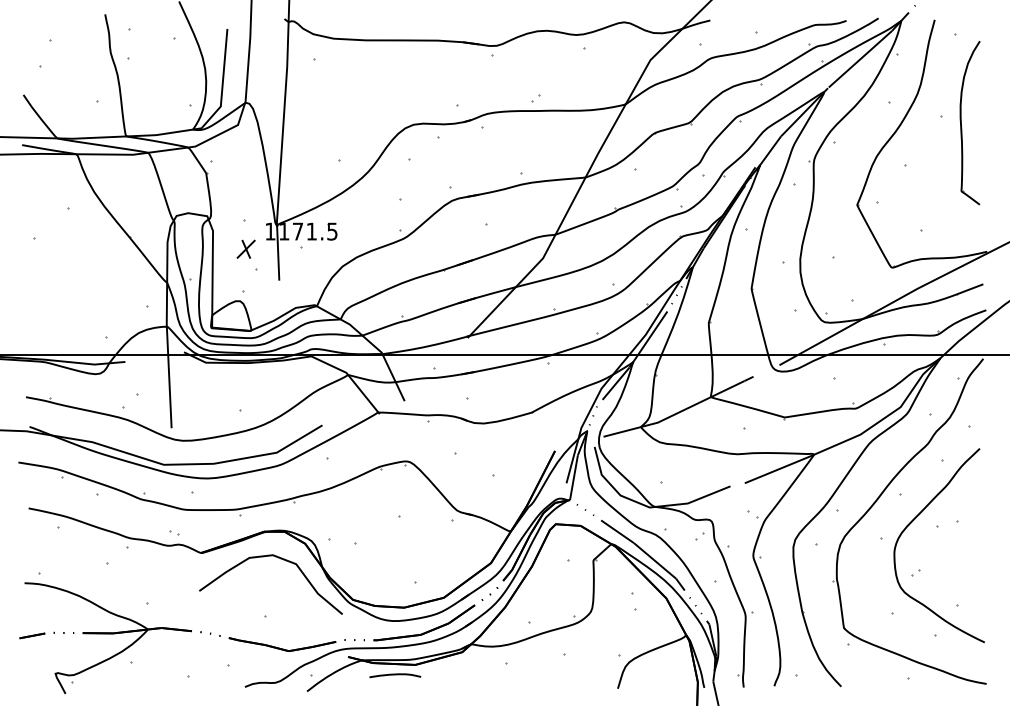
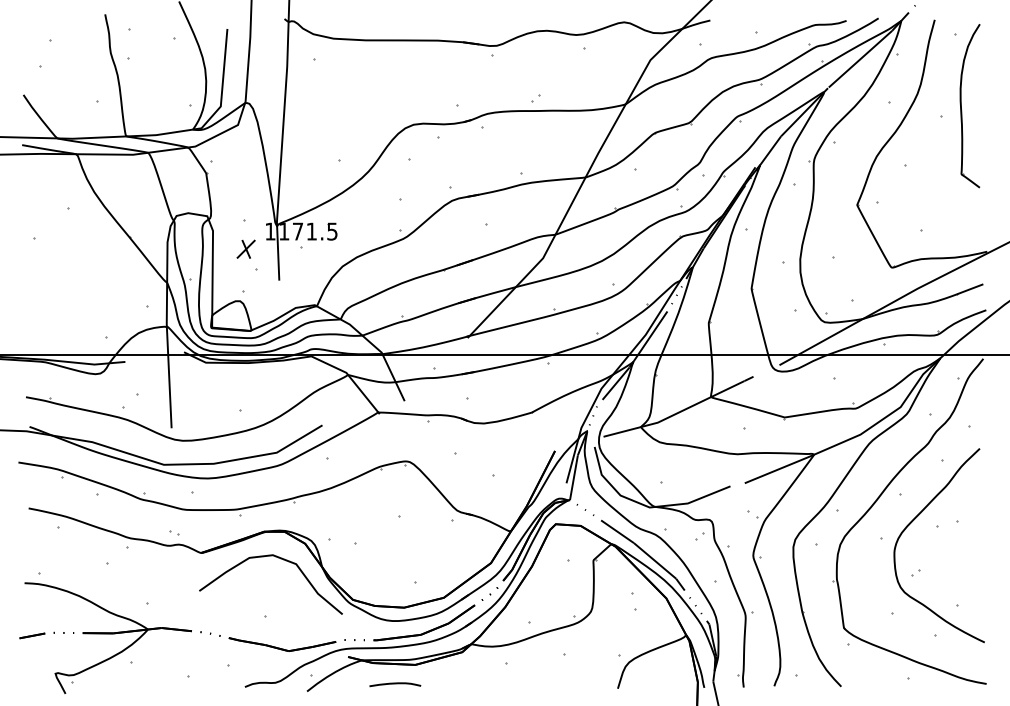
part at (961, 123) position: (961, 123) -> (961, 106)
curve at (395, 675) position: (395, 675) -> (395, 684)
